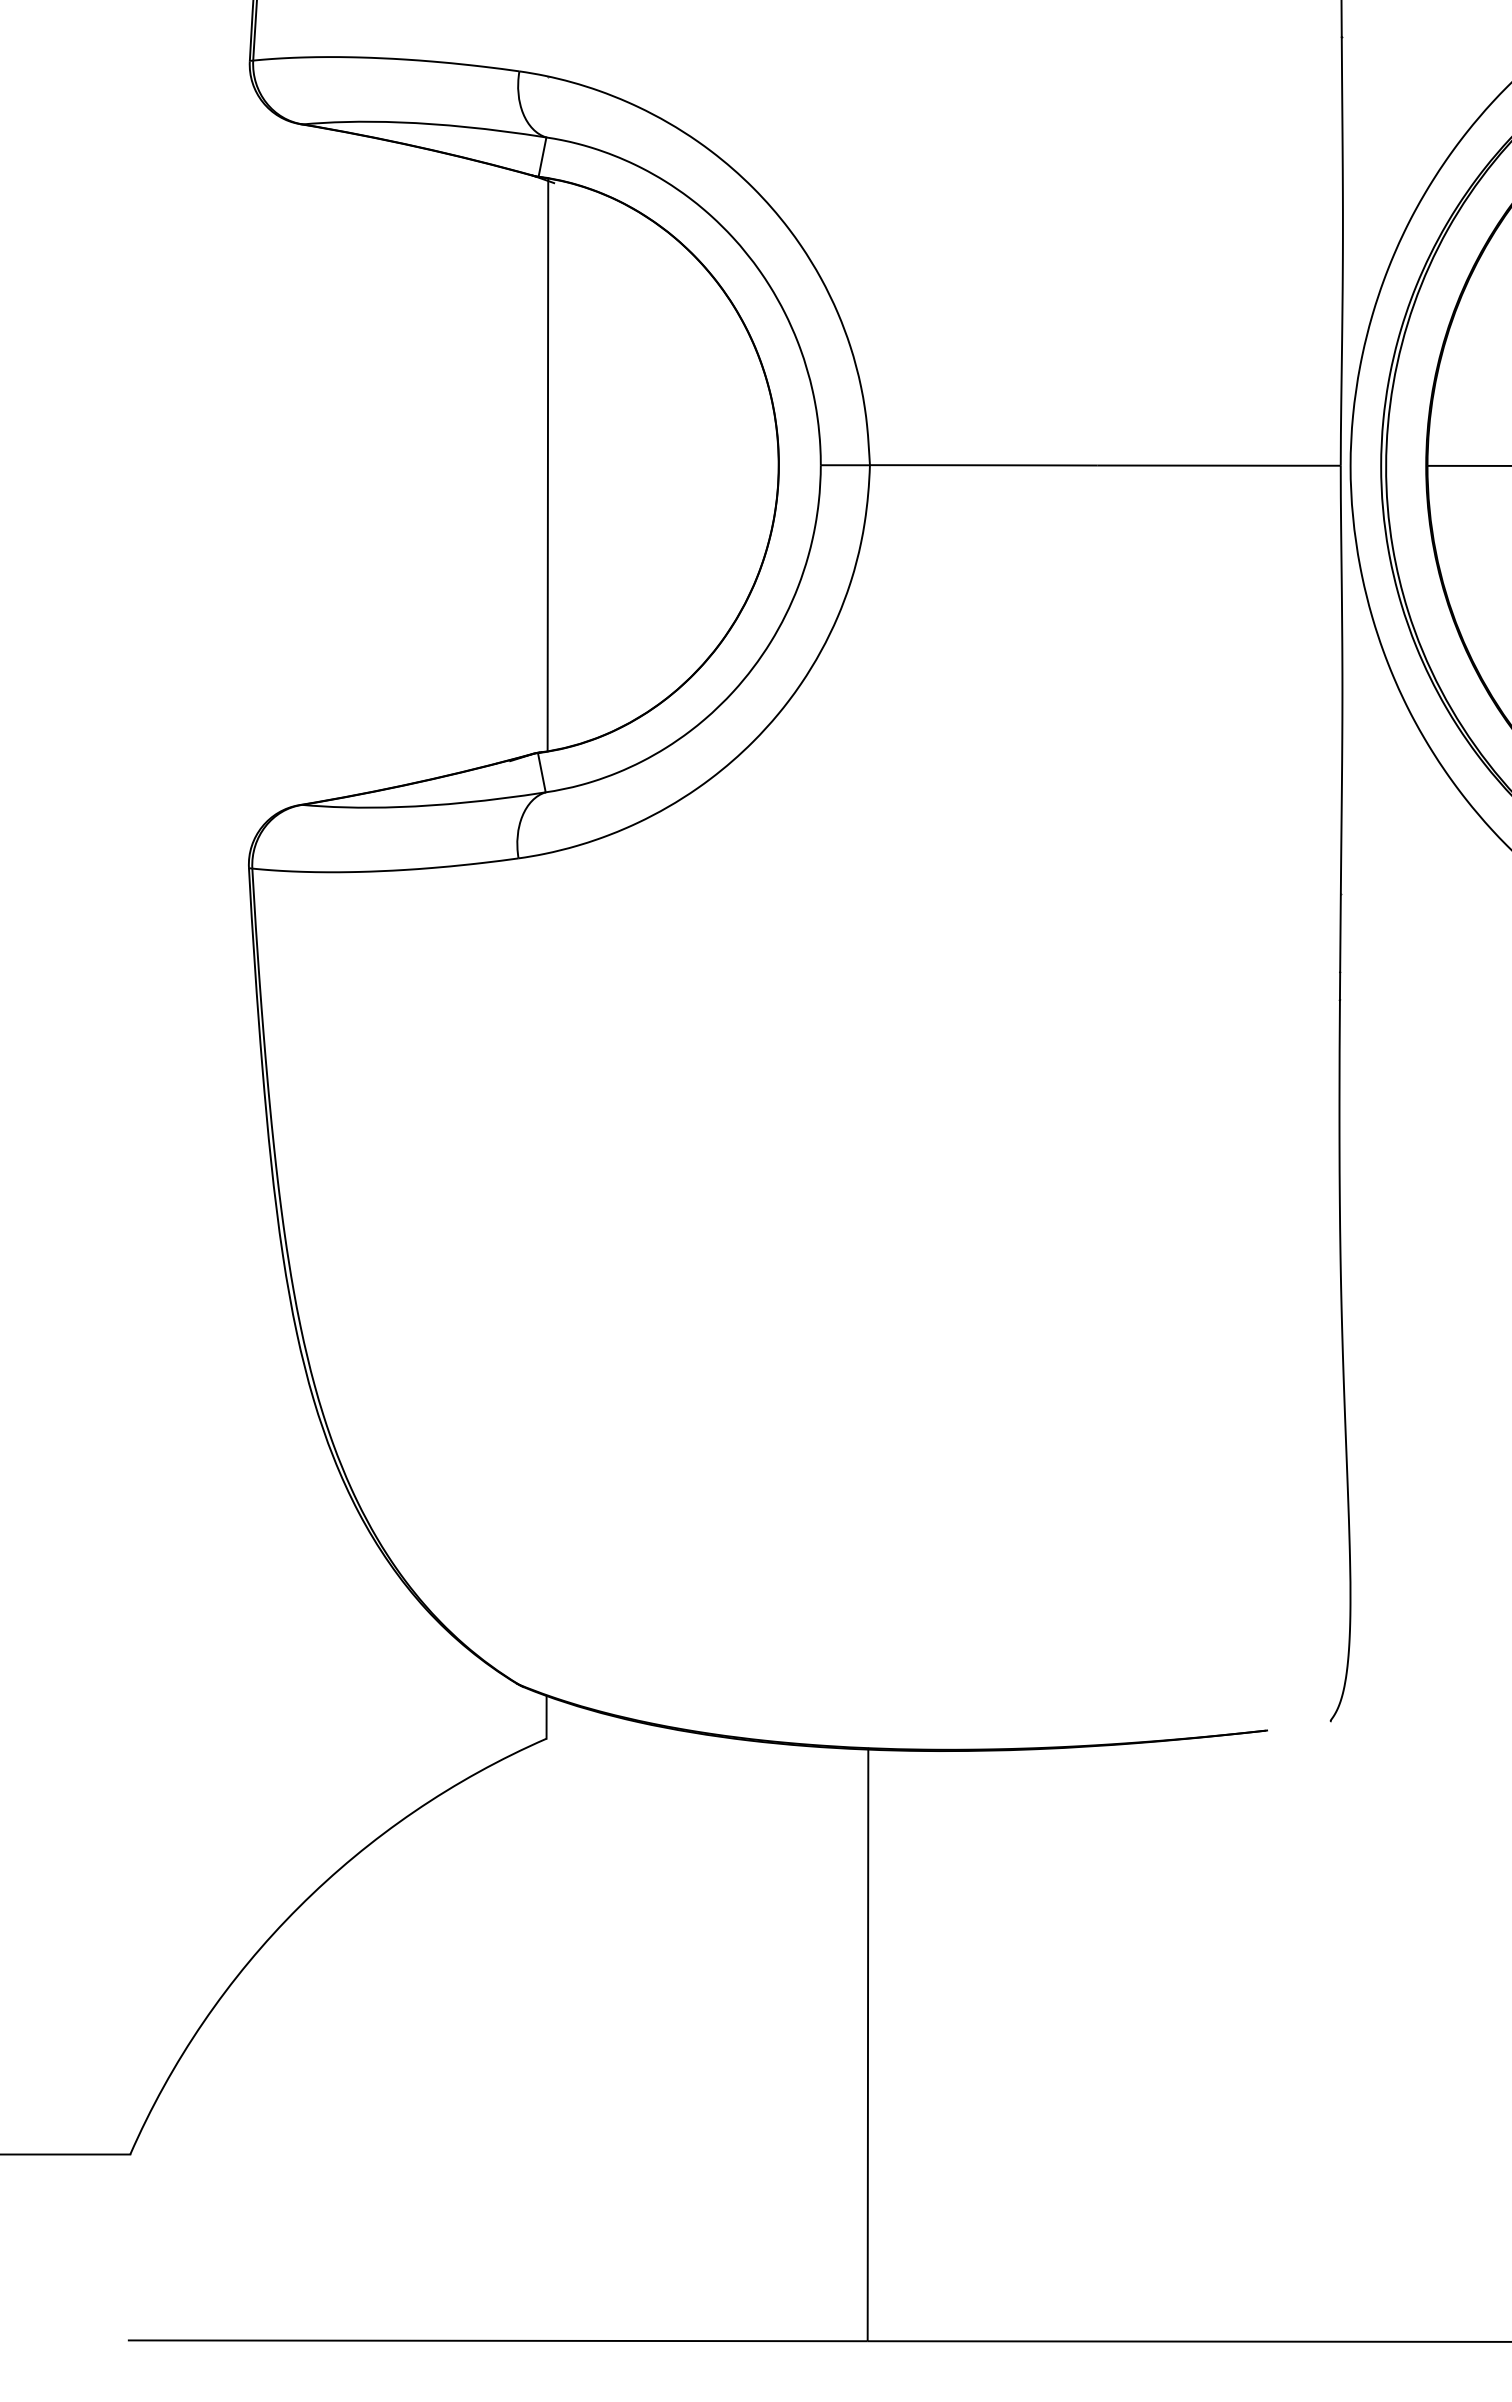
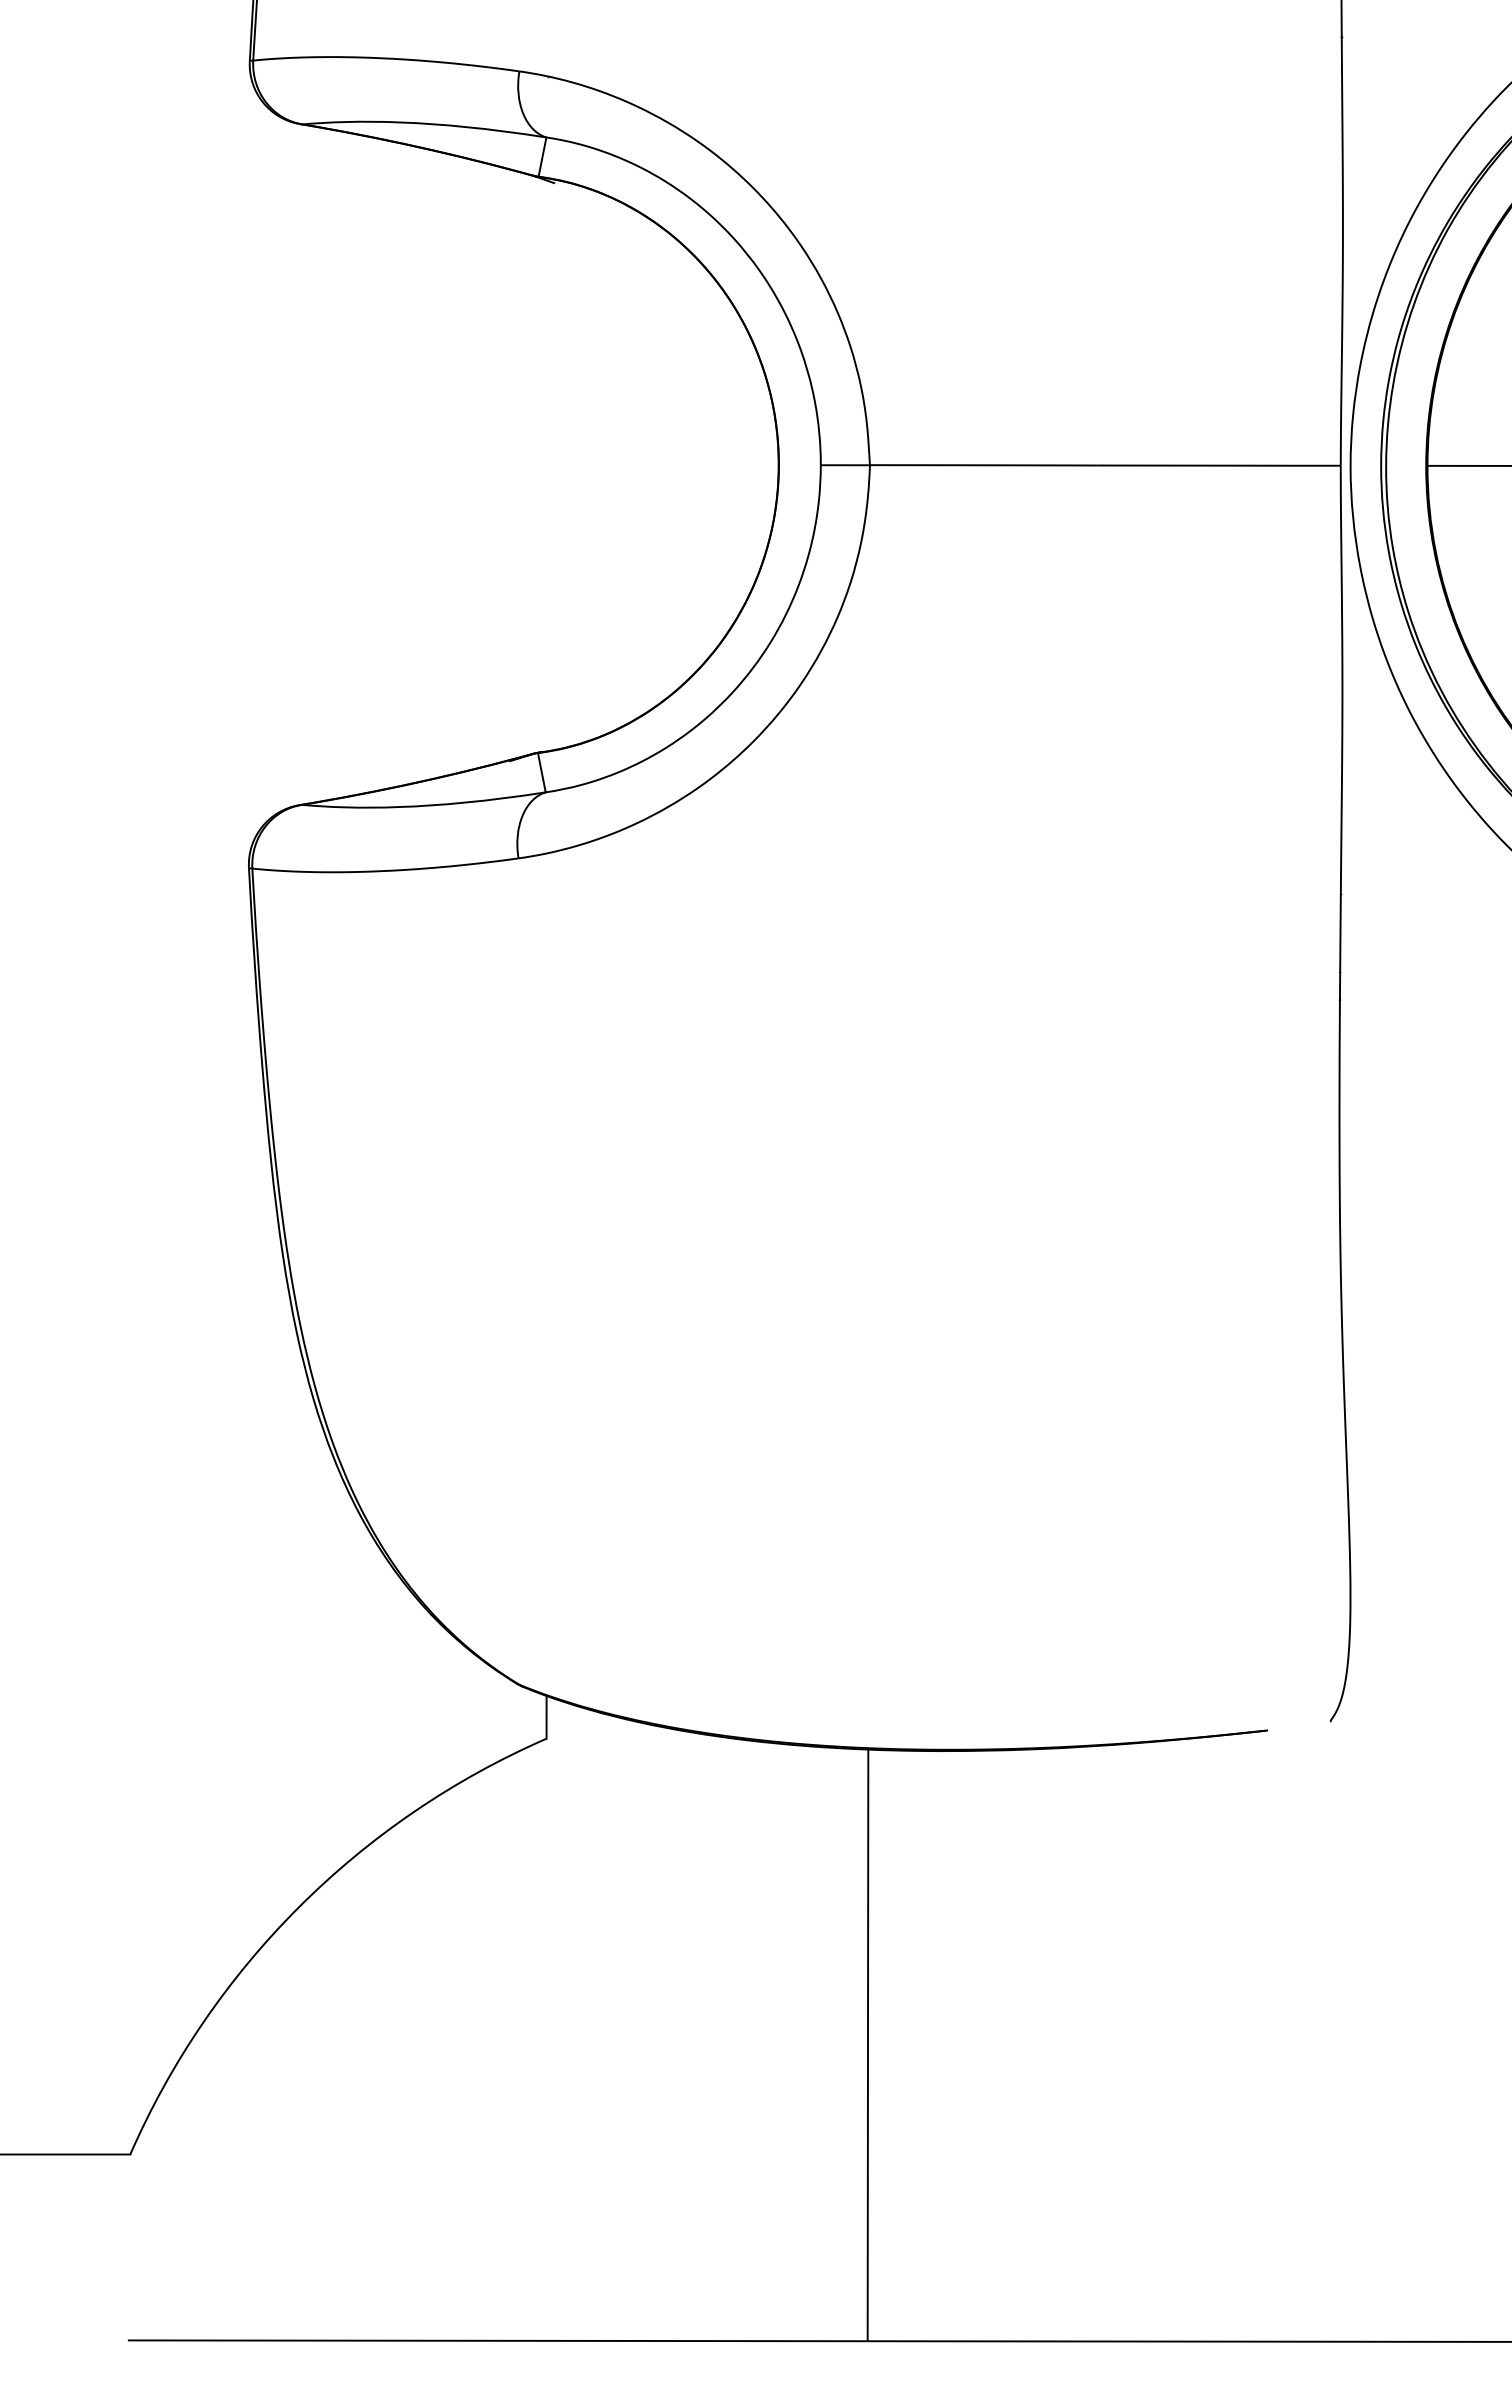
line at (547, 464): present -> none
